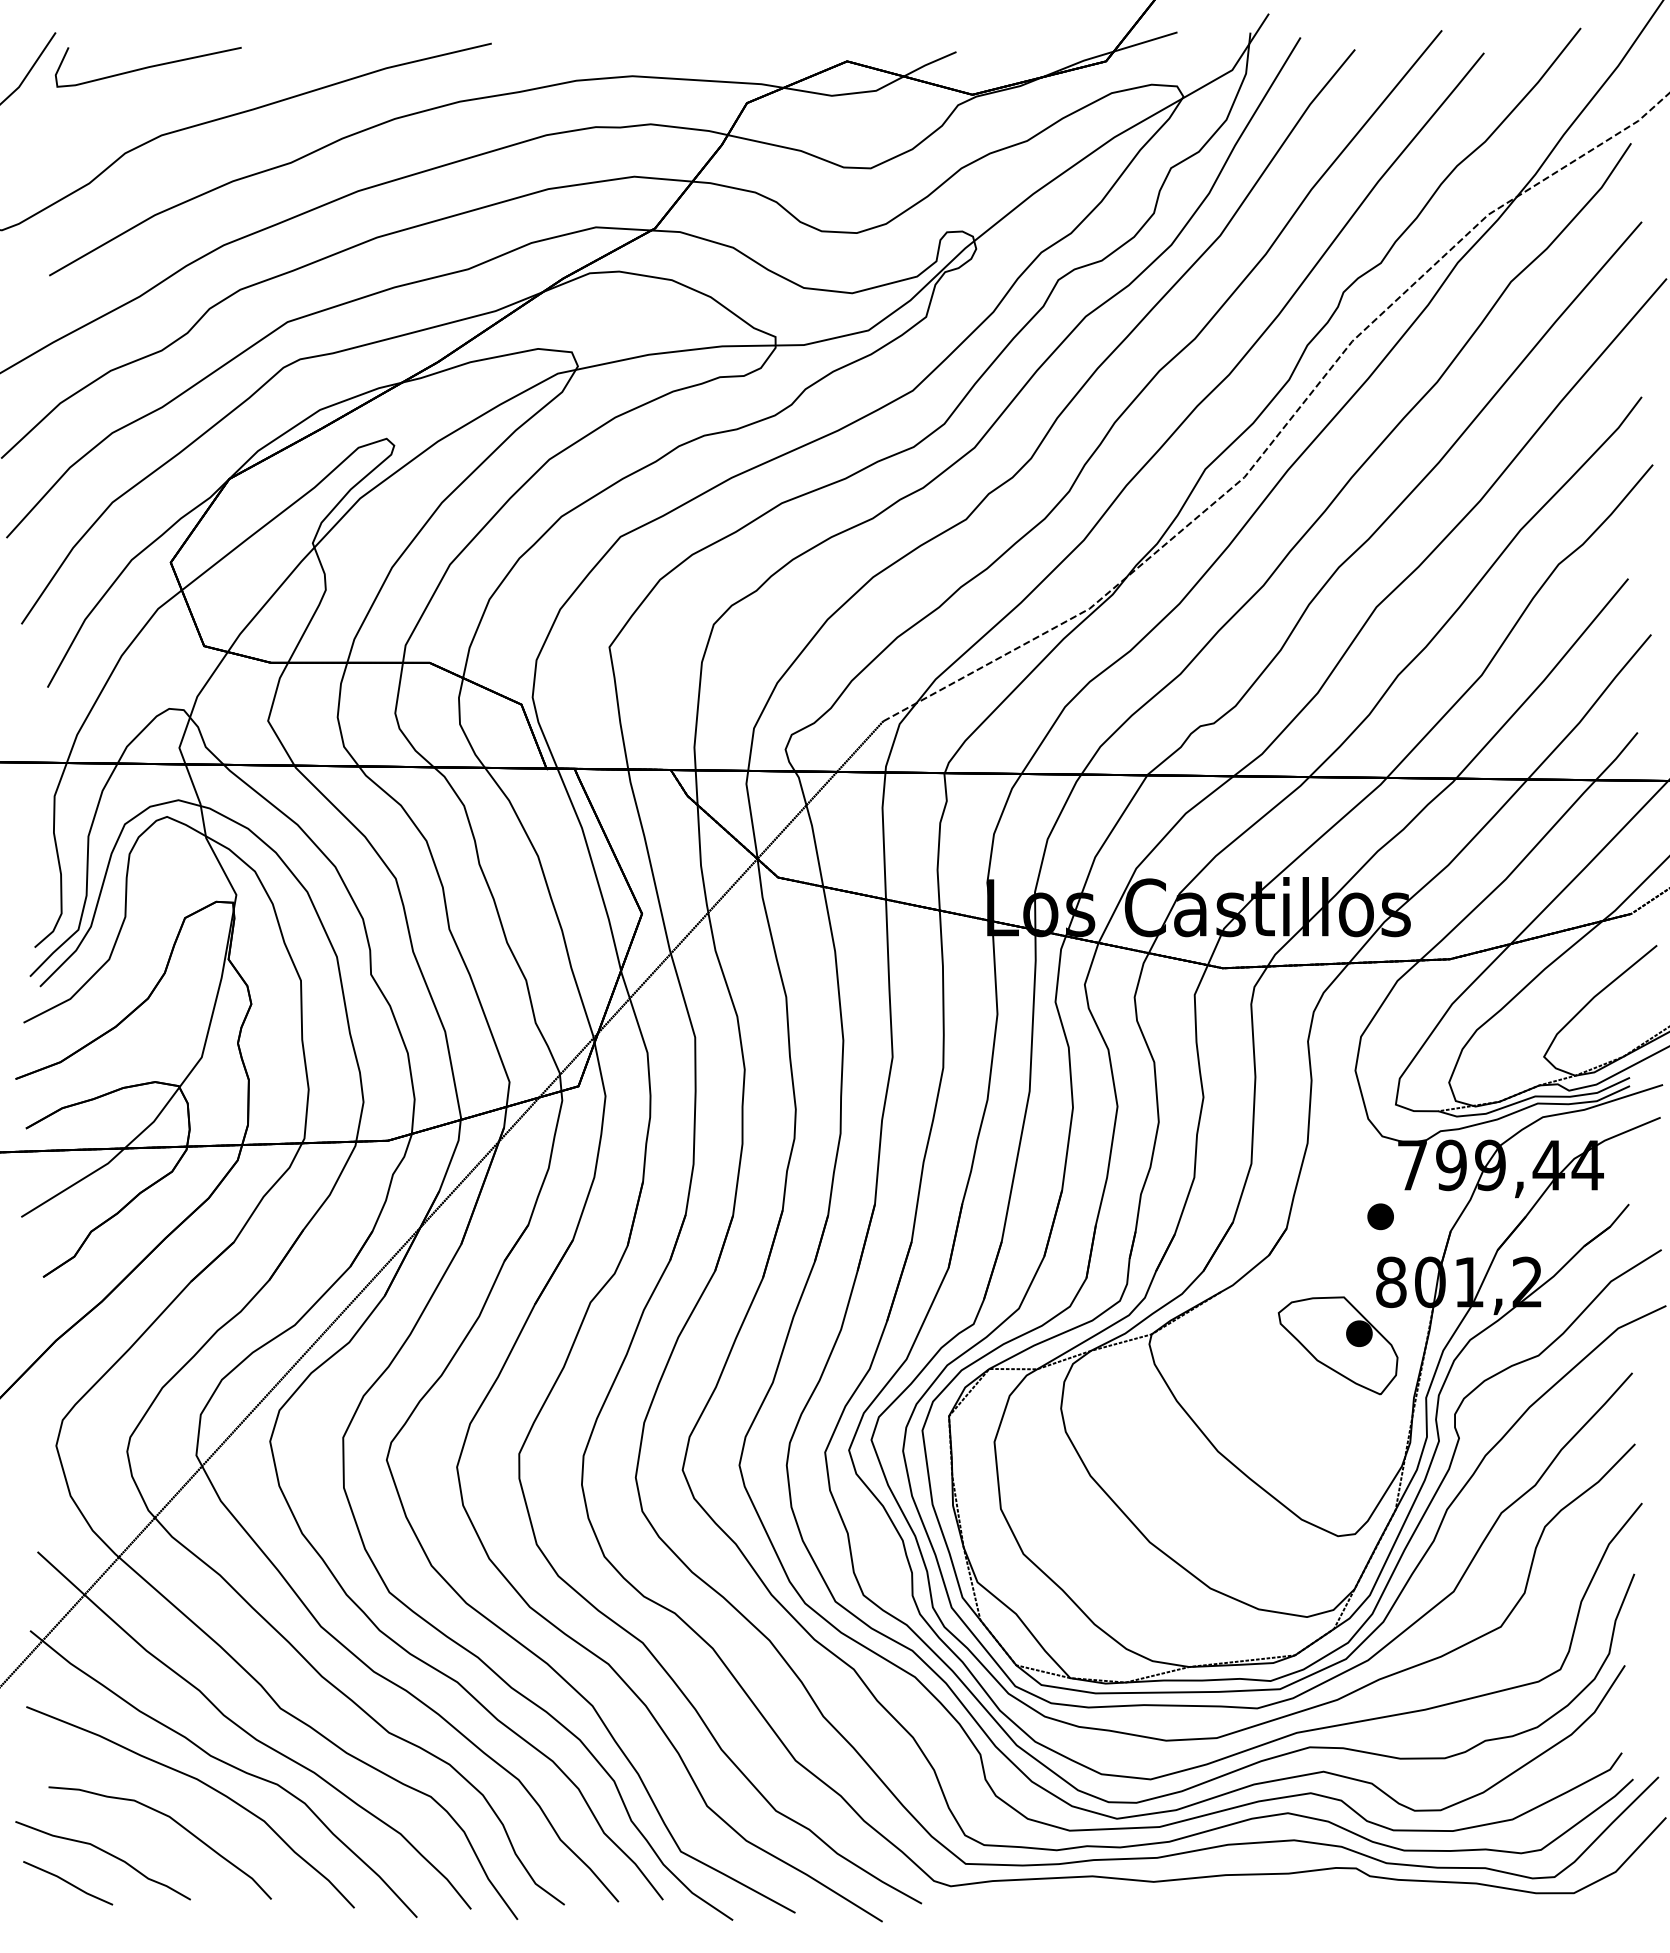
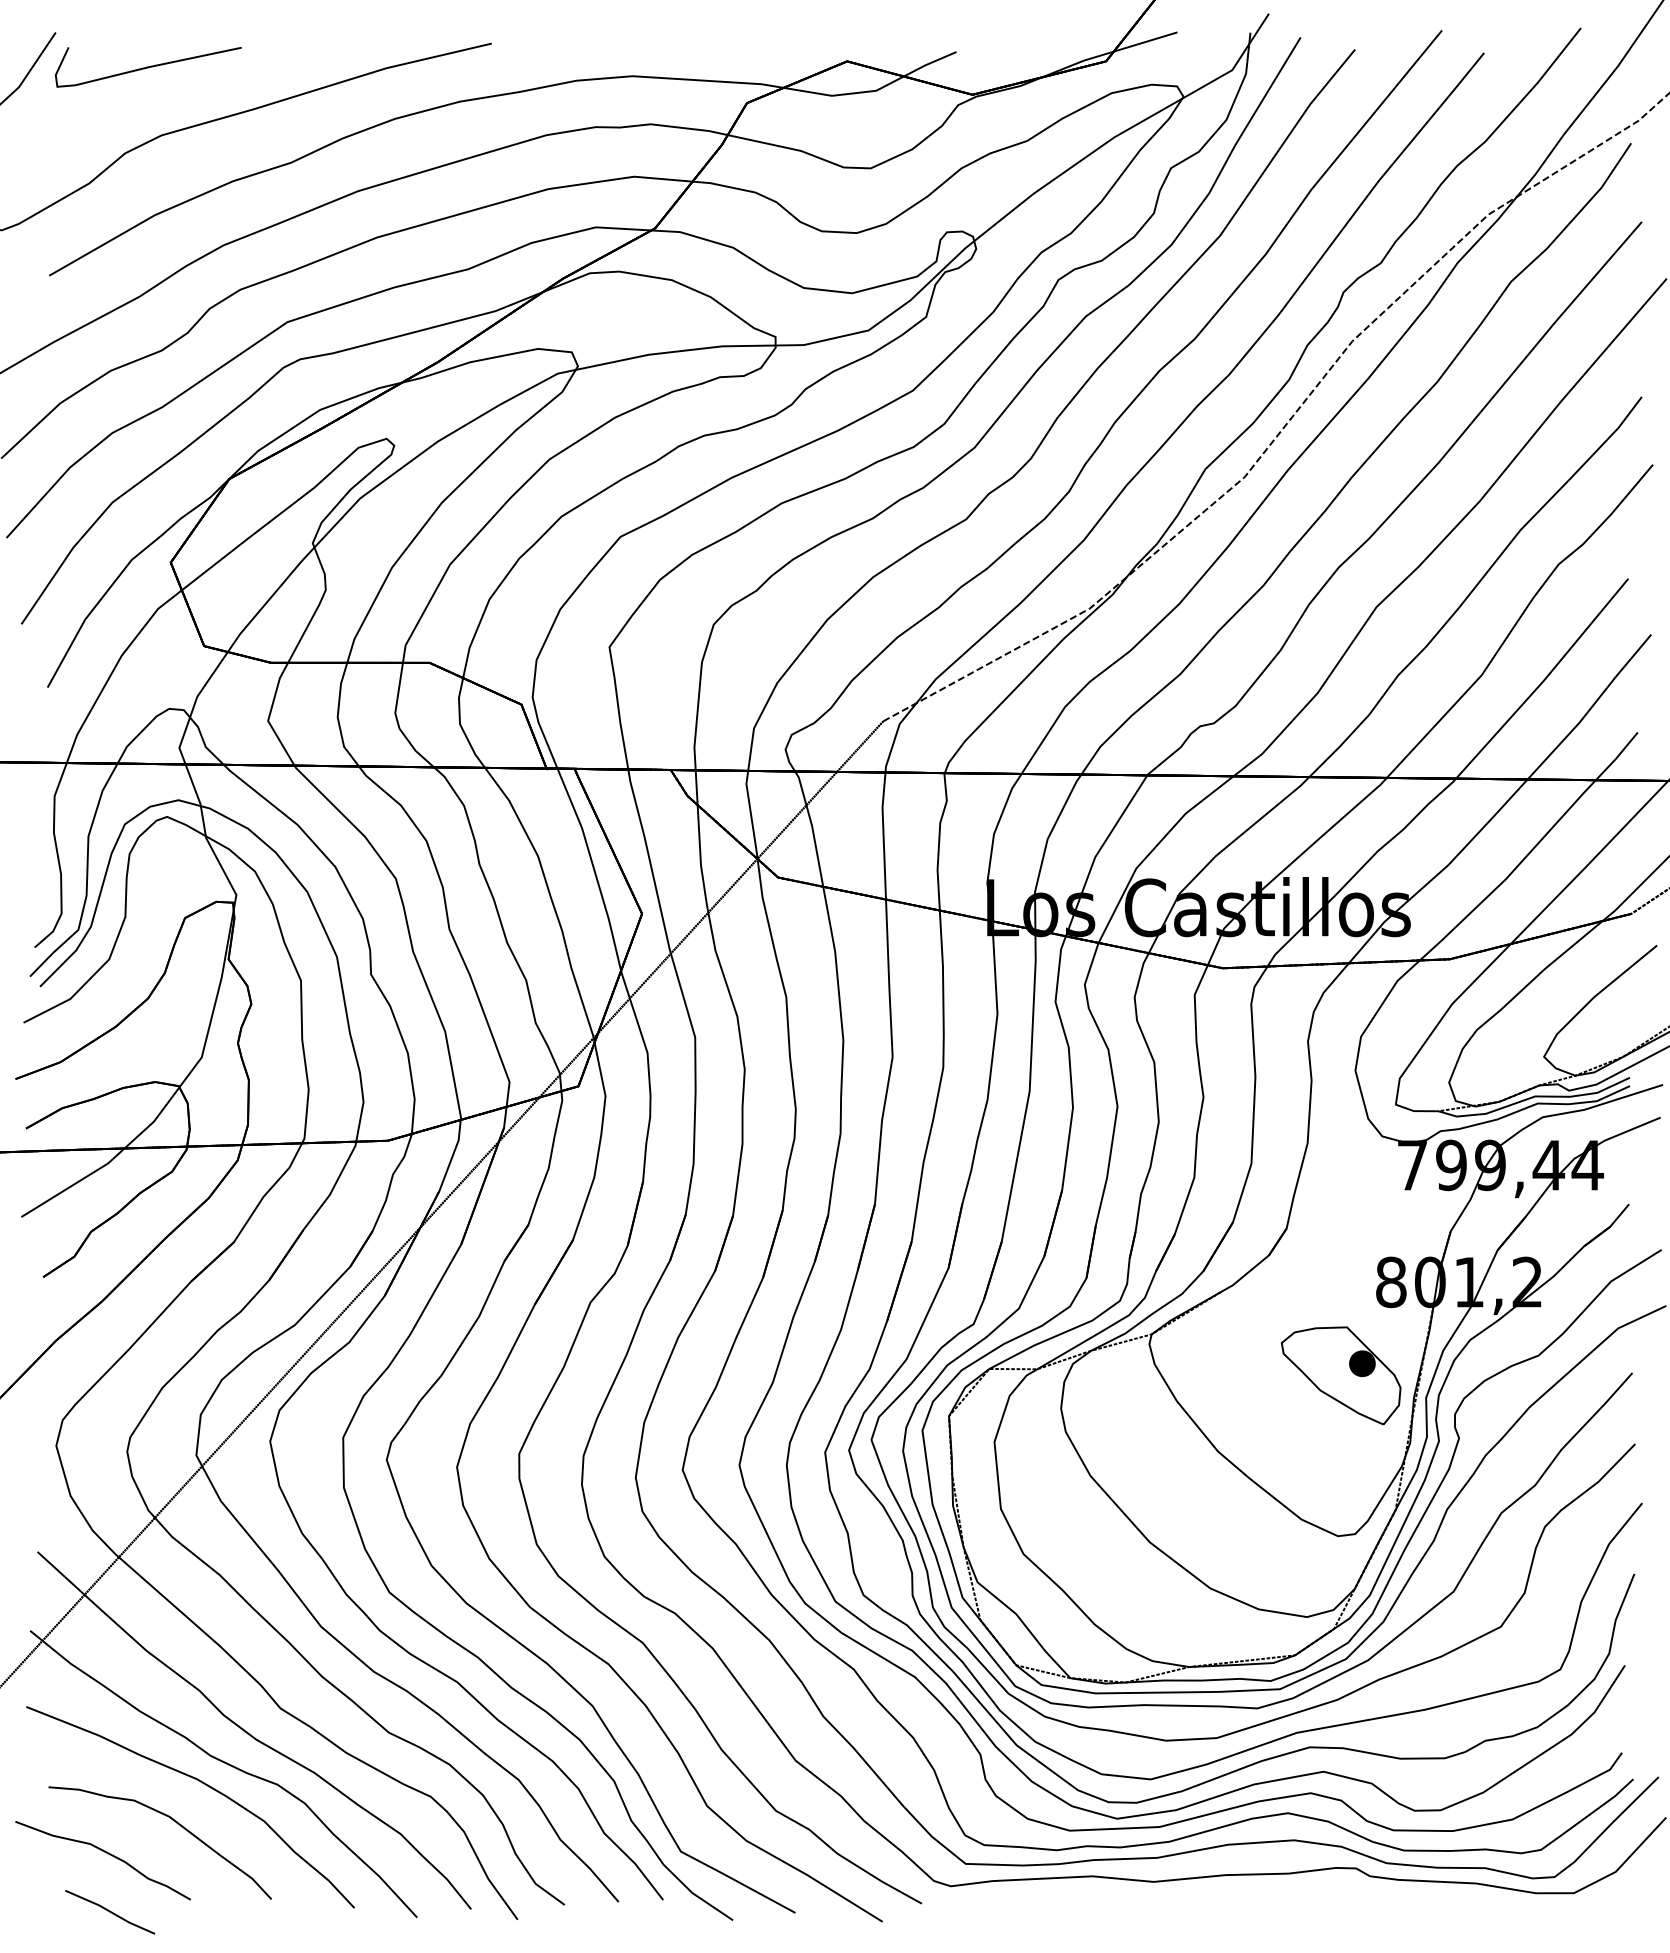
part at (1380, 1216): present -> none
part at (1338, 1345) position: (1338, 1345) -> (1341, 1375)
part at (68, 1883) position: (68, 1883) -> (110, 1912)
